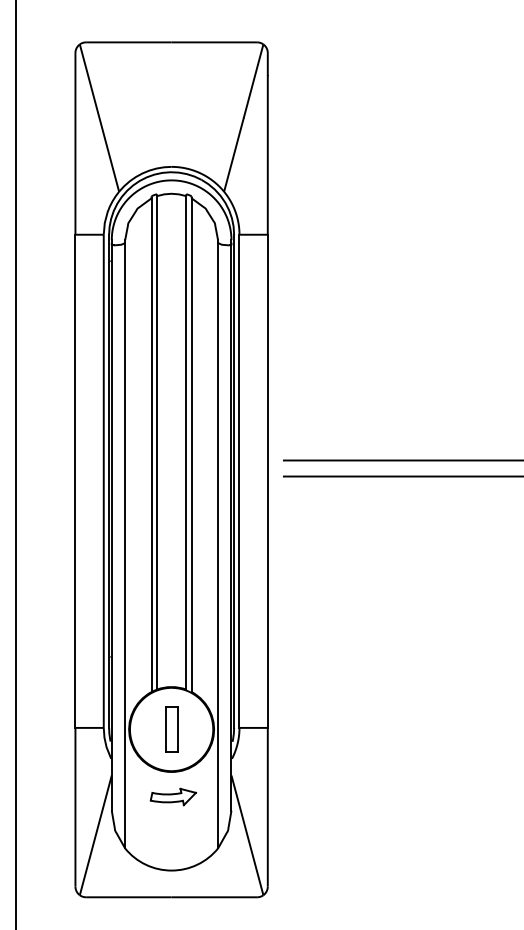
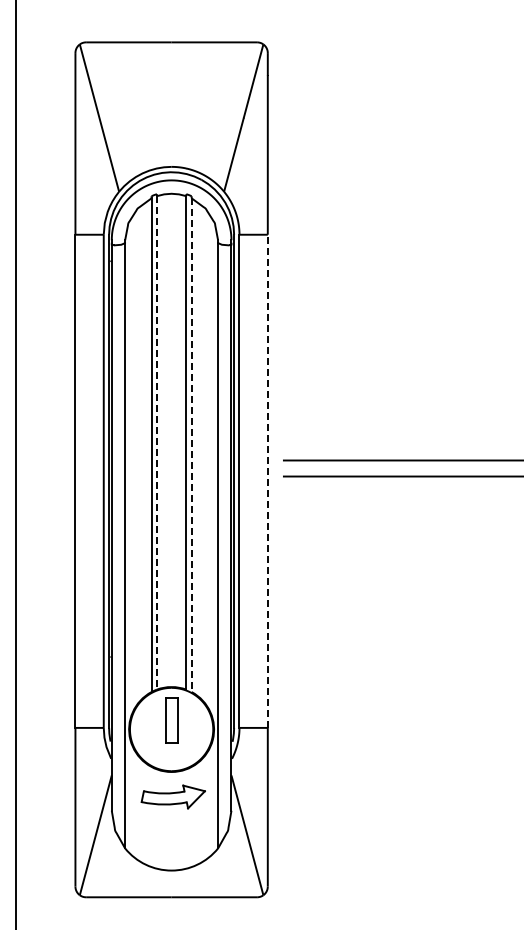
line at (156, 442): solid -> dashed
line at (191, 445): solid -> dashed
line at (267, 481): solid -> dashed
part at (171, 729) position: (171, 729) -> (171, 720)
part at (173, 796) size: 49x20 px -> 66x26 px
